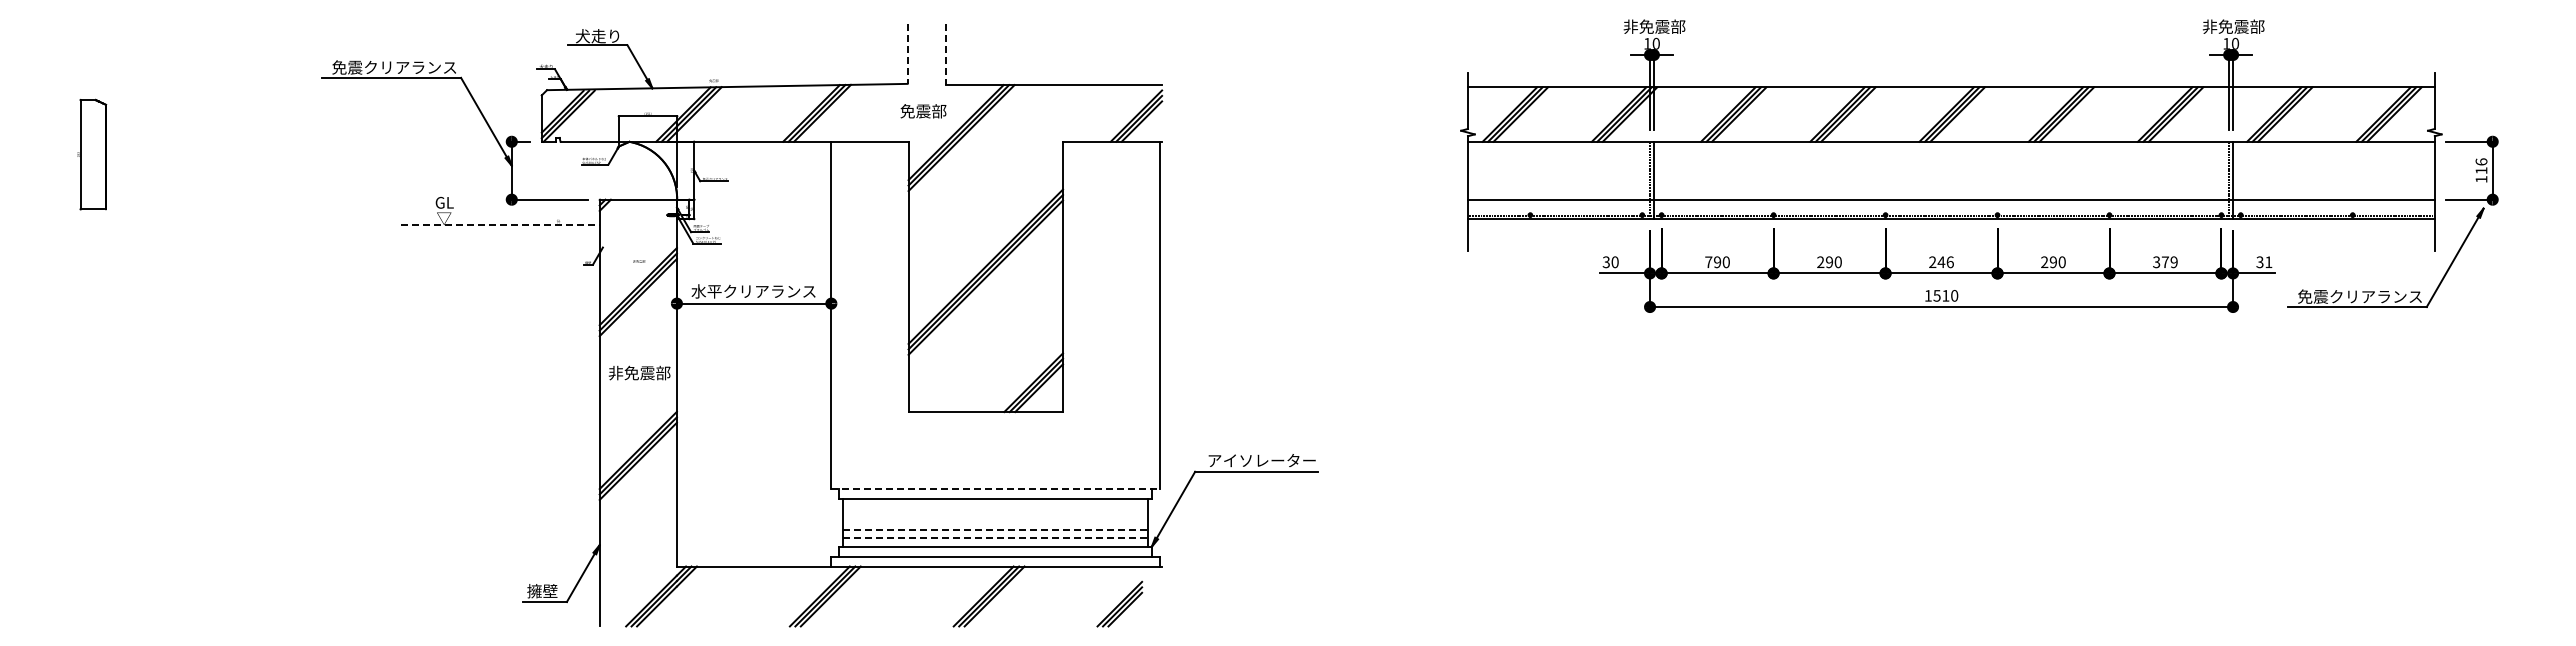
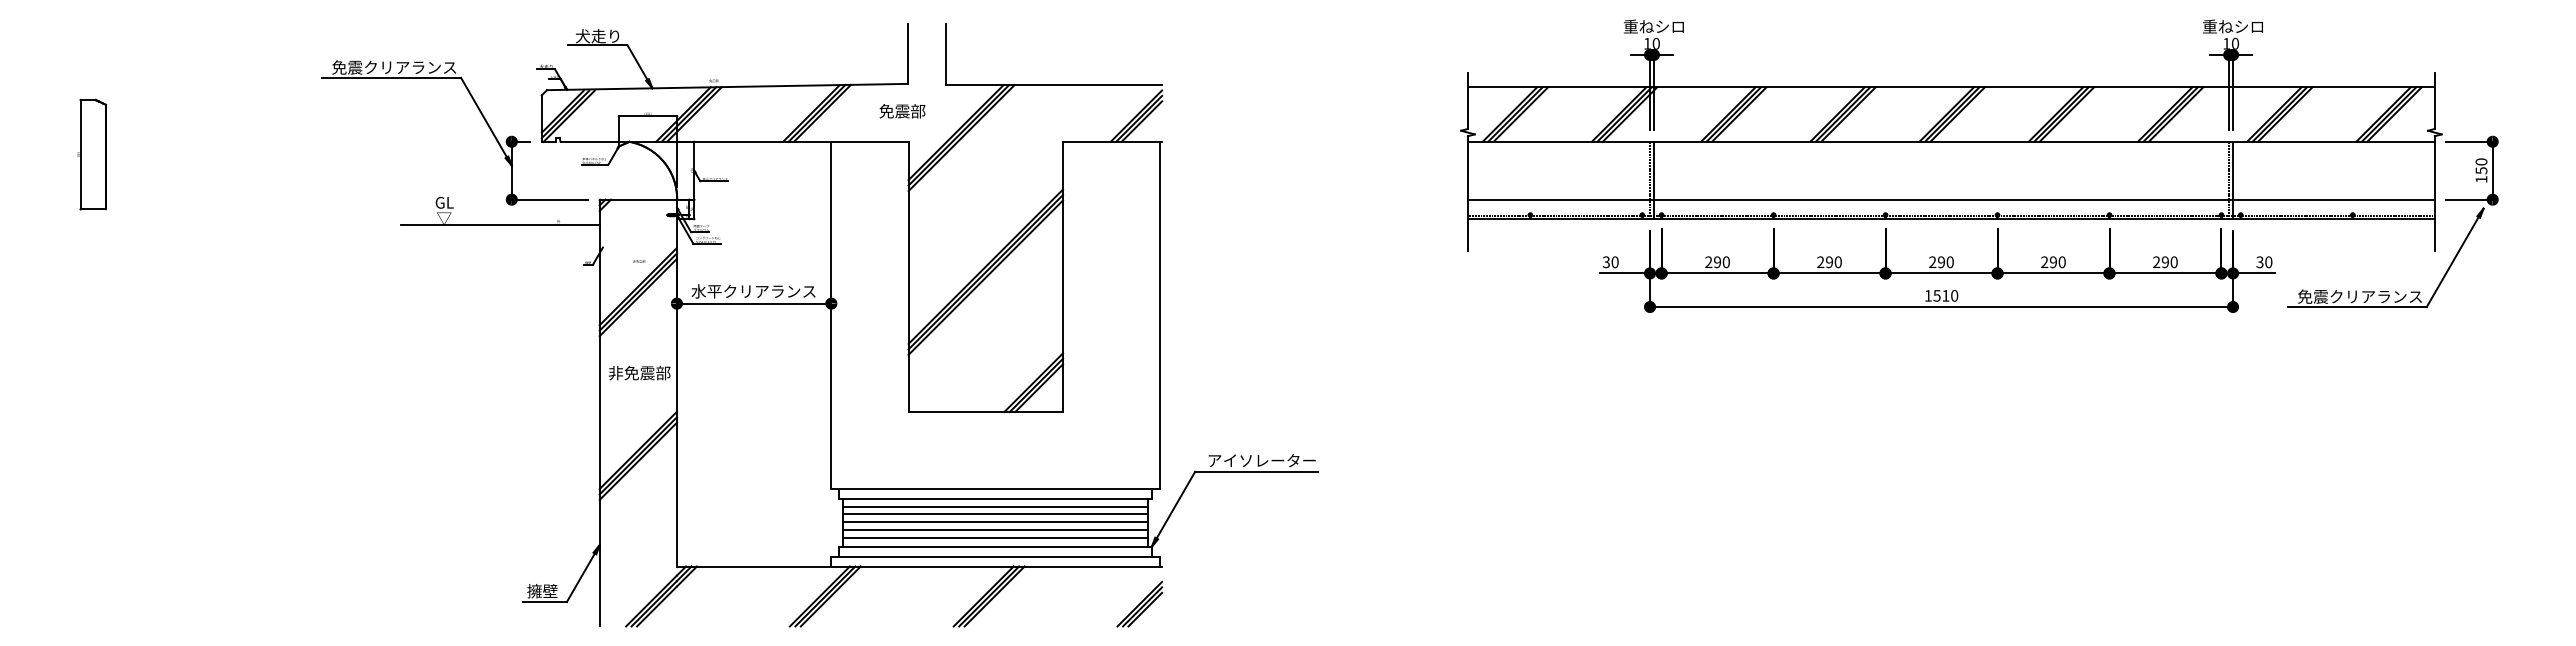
text at (1654, 26): 非免震部 -> 重ねシロ
text at (2233, 26): 非免震部 -> 重ねシロ
line at (907, 54): dashed -> solid
line at (946, 55): dashed -> solid
text at (923, 111) position: (923, 111) -> (902, 111)
text at (2481, 166): 116 -> 150
line at (500, 225): dashed -> solid
text at (1708, 261): 790 -> 290
text at (1945, 262): 246 -> 290
text at (2165, 262): 379 -> 290
text at (2268, 262): 31 -> 30
line at (995, 489): dashed -> solid
line at (994, 506): none -> present
line at (994, 514): none -> present
line at (994, 522): none -> present
line at (995, 529): dashed -> solid
line at (995, 537): dashed -> solid
part at (1119, 603) position: (1119, 603) -> (1139, 603)
